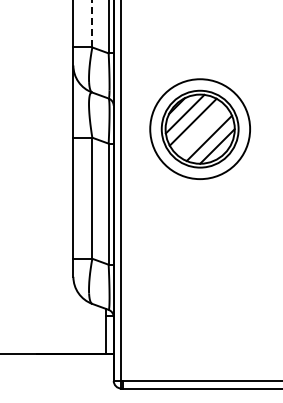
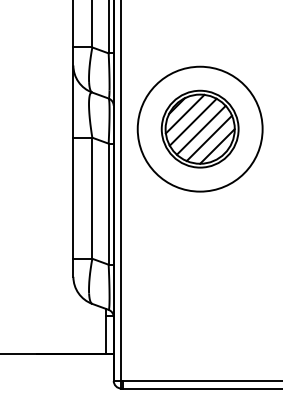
line at (92, 23): dashed -> solid
circle at (200, 129) diameter: 100 px -> 125 px
line at (200, 129): none -> present
